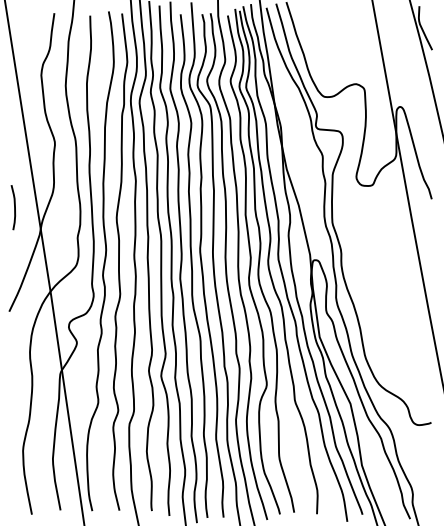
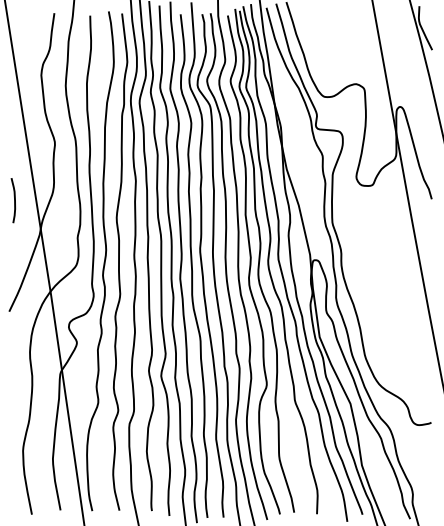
curve at (14, 207) position: (14, 207) -> (14, 200)
